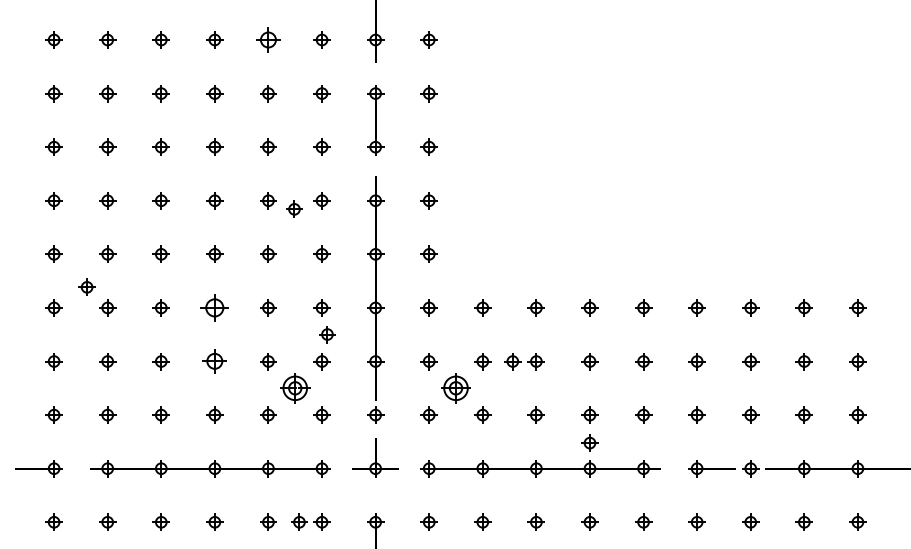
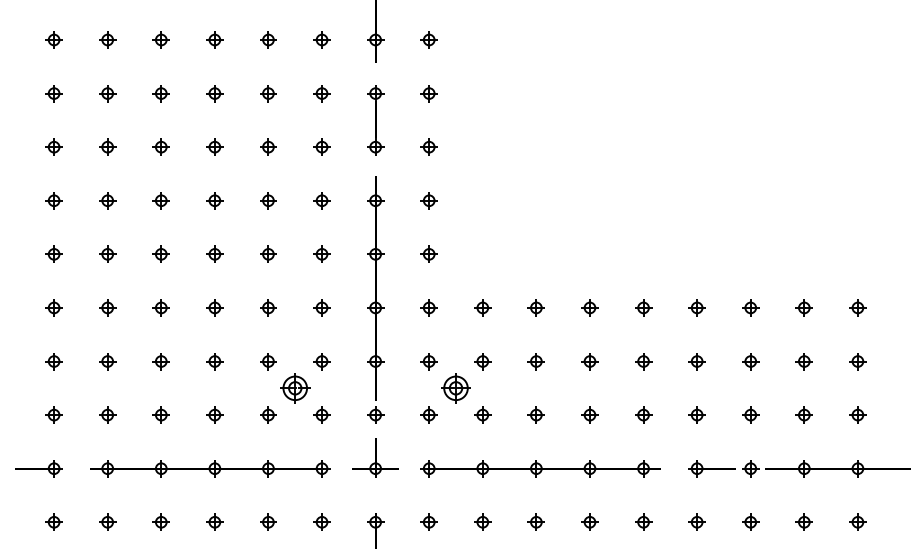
part at (268, 39) size: 25x26 px -> 17x18 px
part at (294, 208): present -> none
part at (86, 286): present -> none
part at (214, 307) size: 29x28 px -> 18x18 px
part at (327, 334): present -> none
part at (214, 361) size: 25x25 px -> 18x18 px
part at (512, 361): present -> none
part at (589, 442): present -> none
part at (299, 521): present -> none
